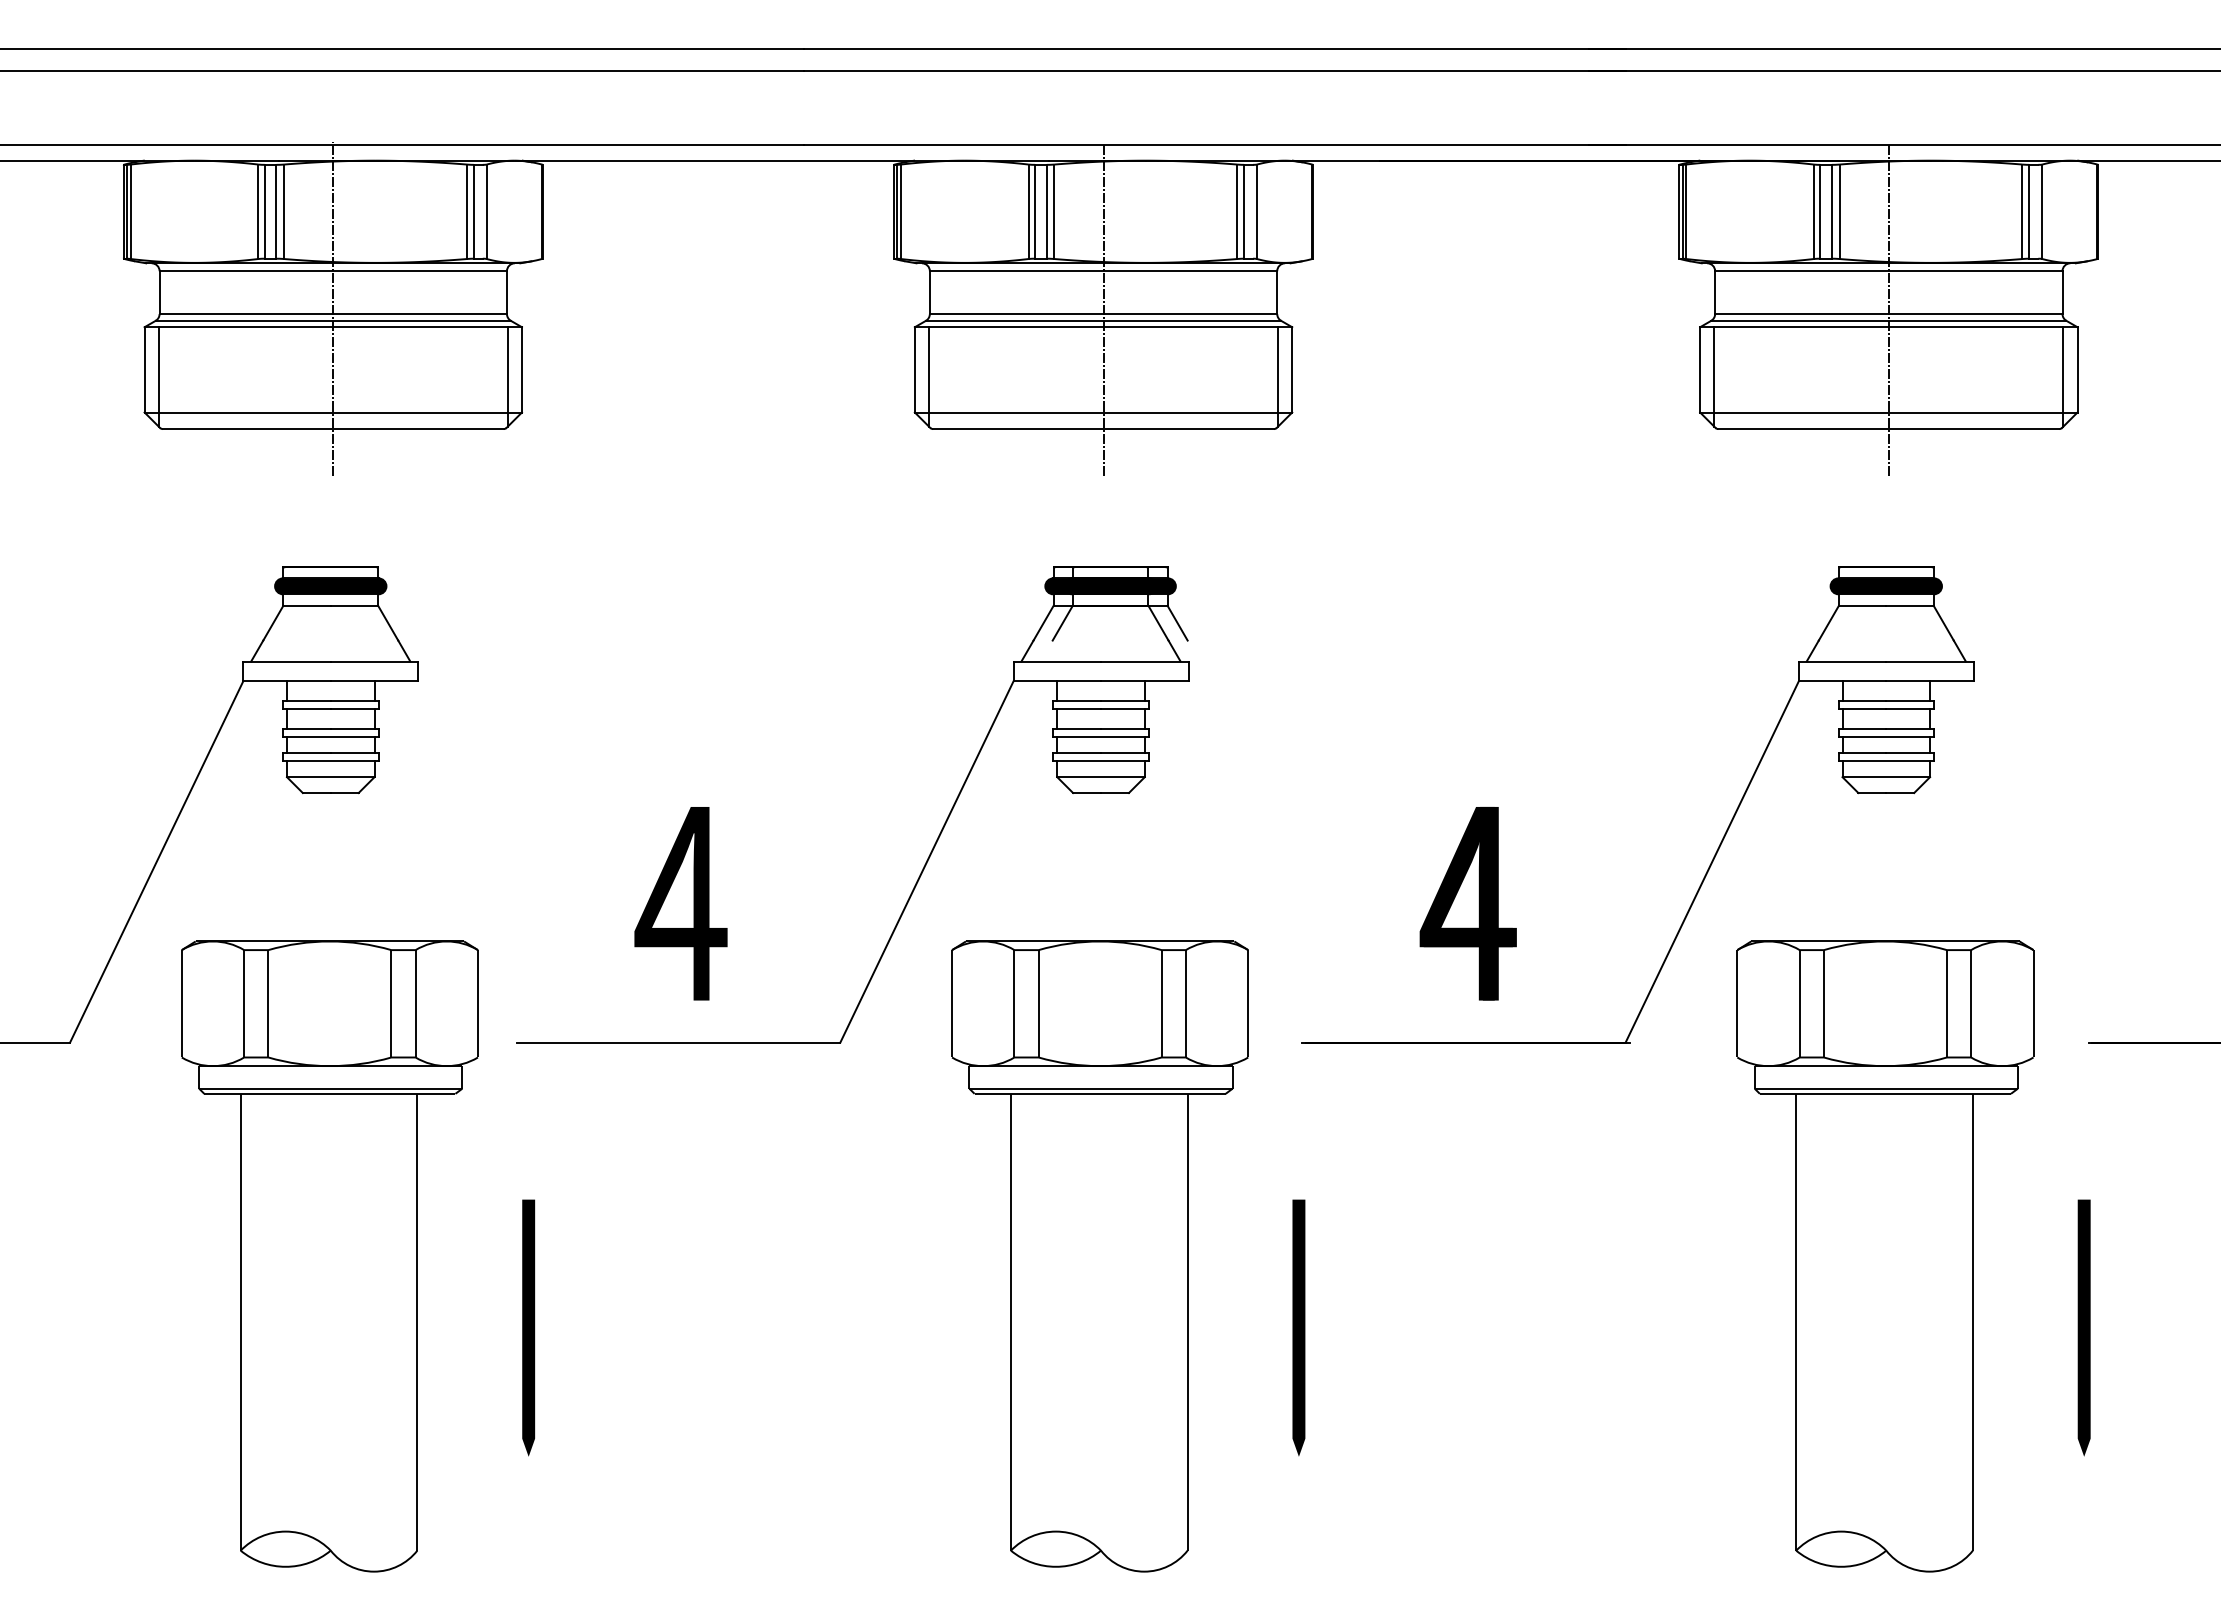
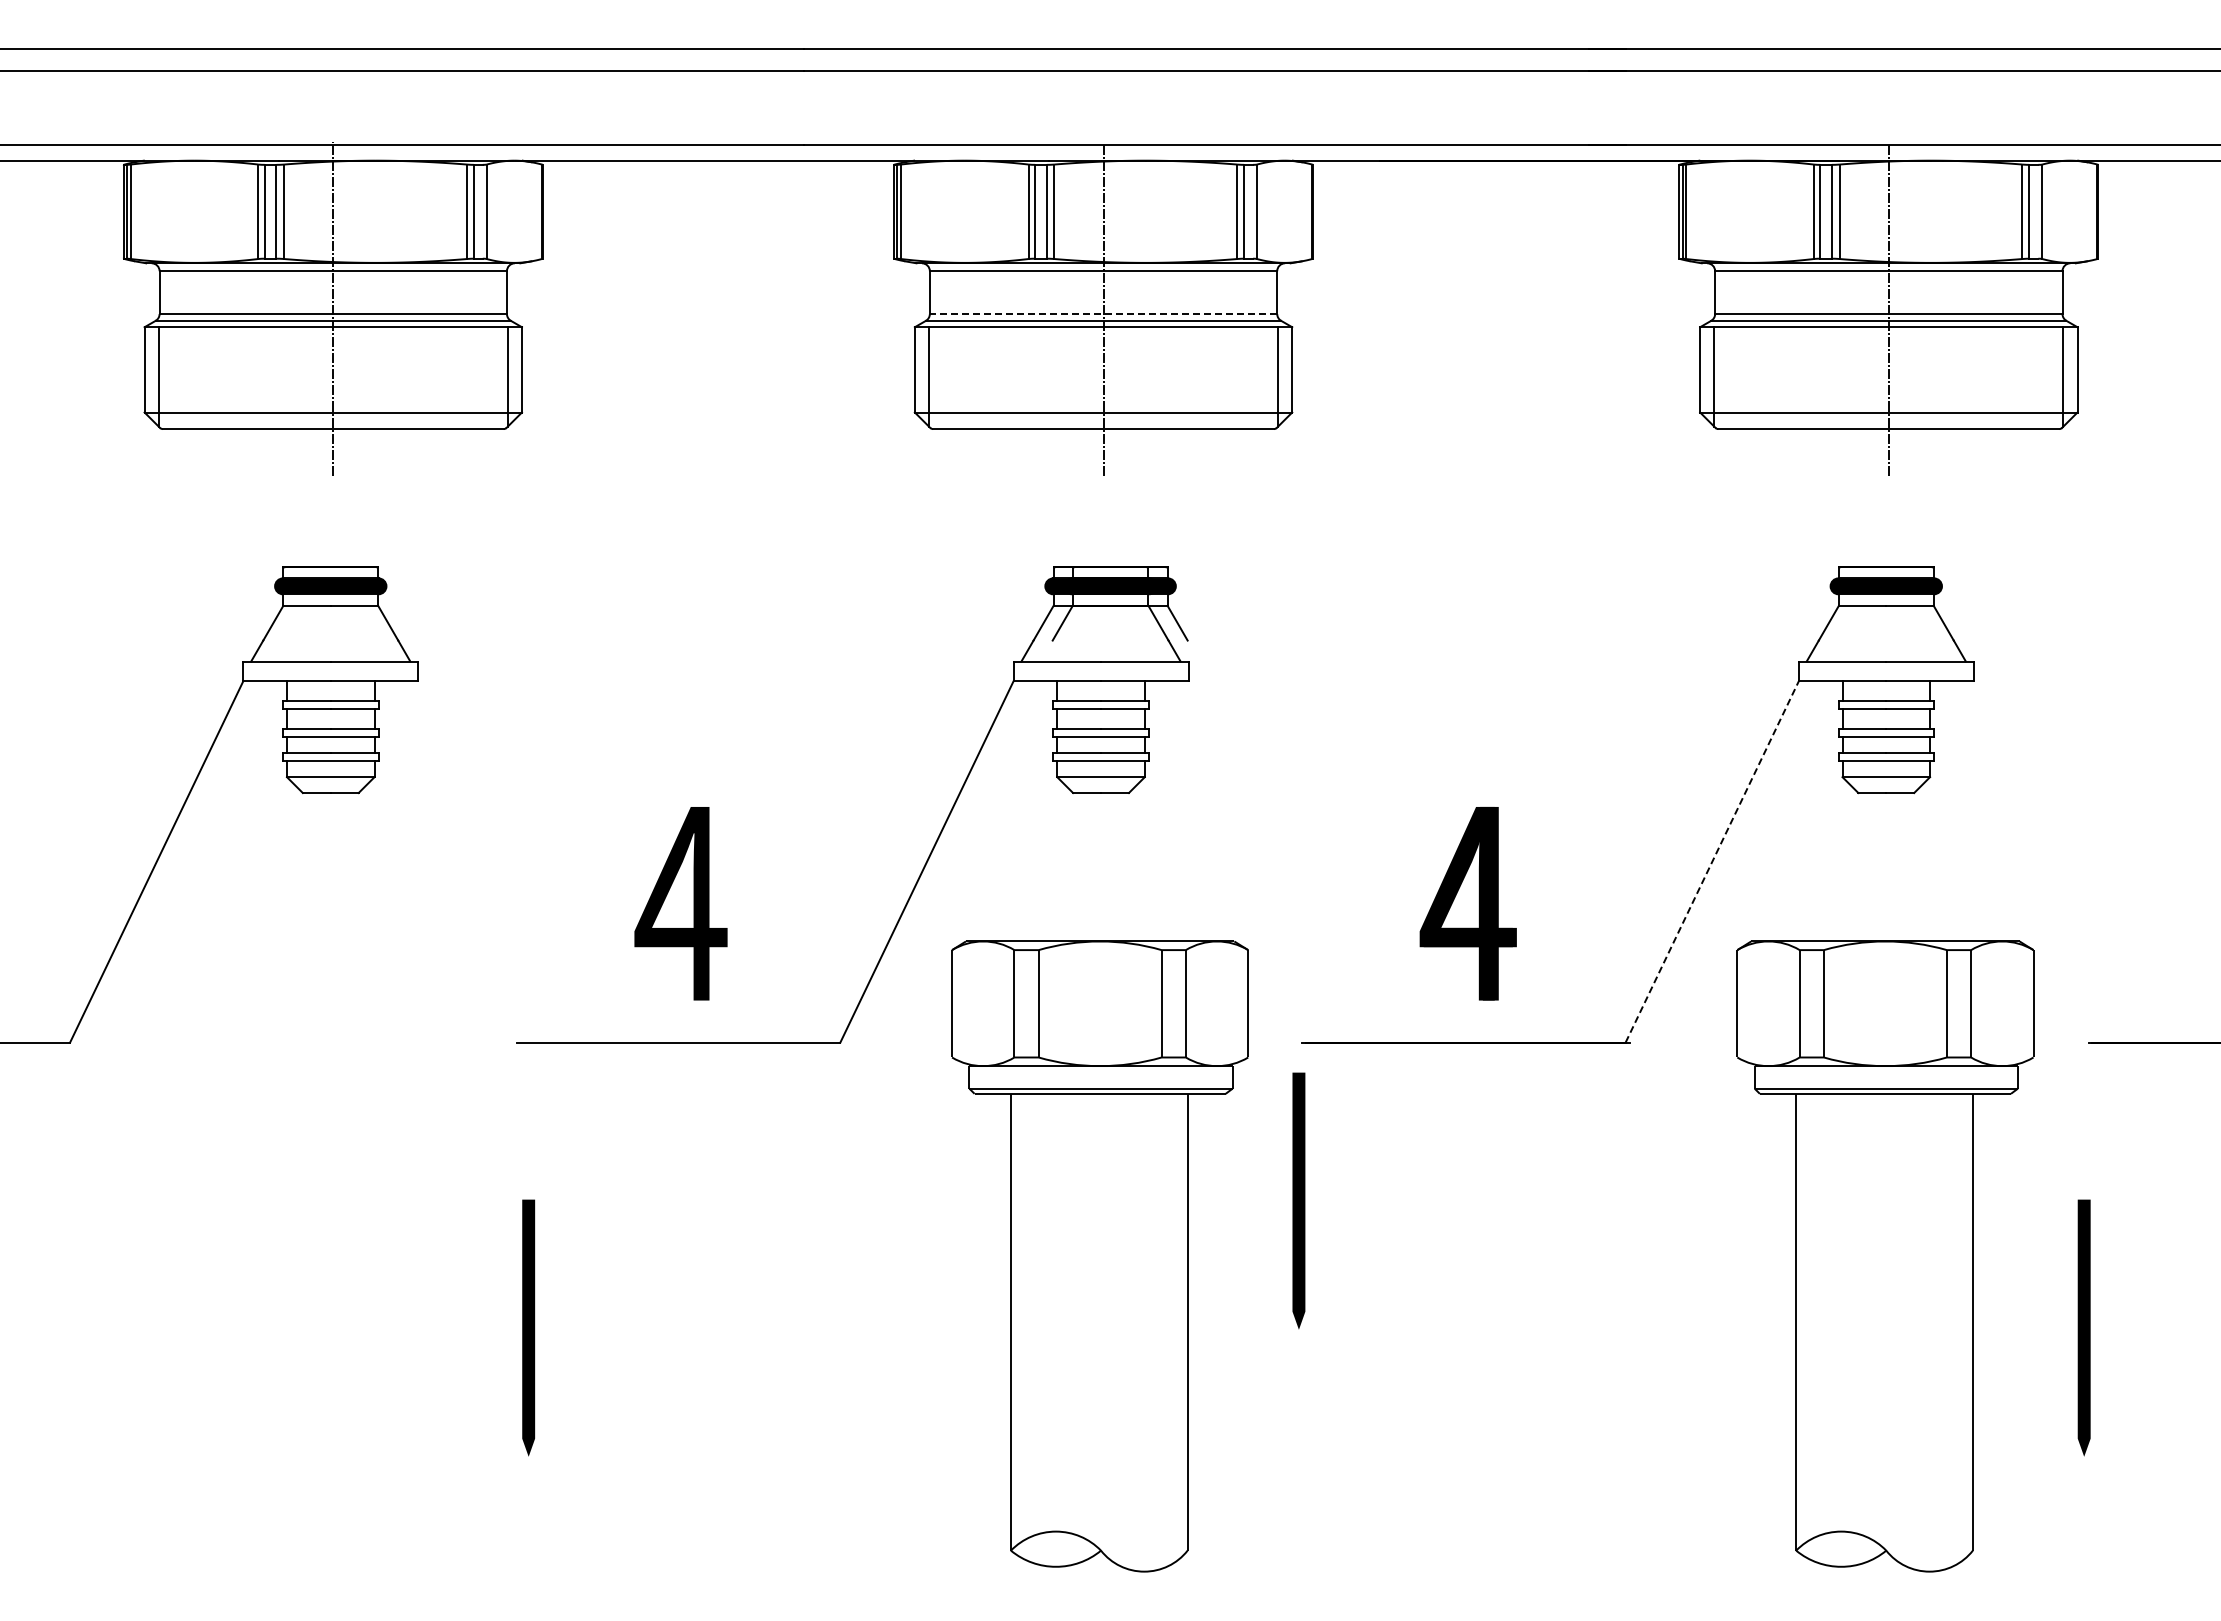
line at (1103, 314): solid -> dashed
line at (1712, 861): solid -> dashed
part at (329, 1256): present -> none
line at (1298, 1327) position: (1298, 1327) -> (1298, 1200)
